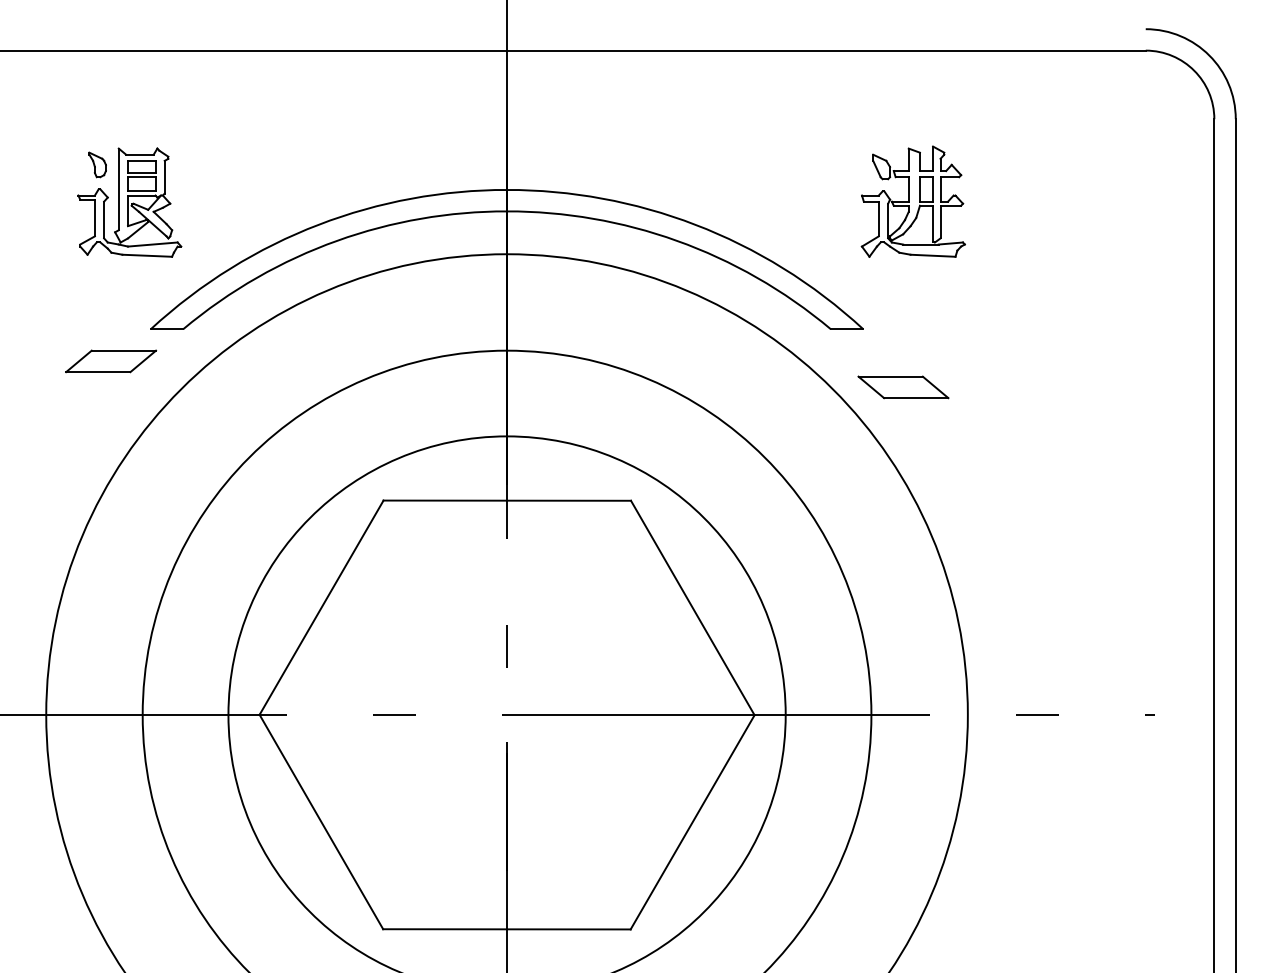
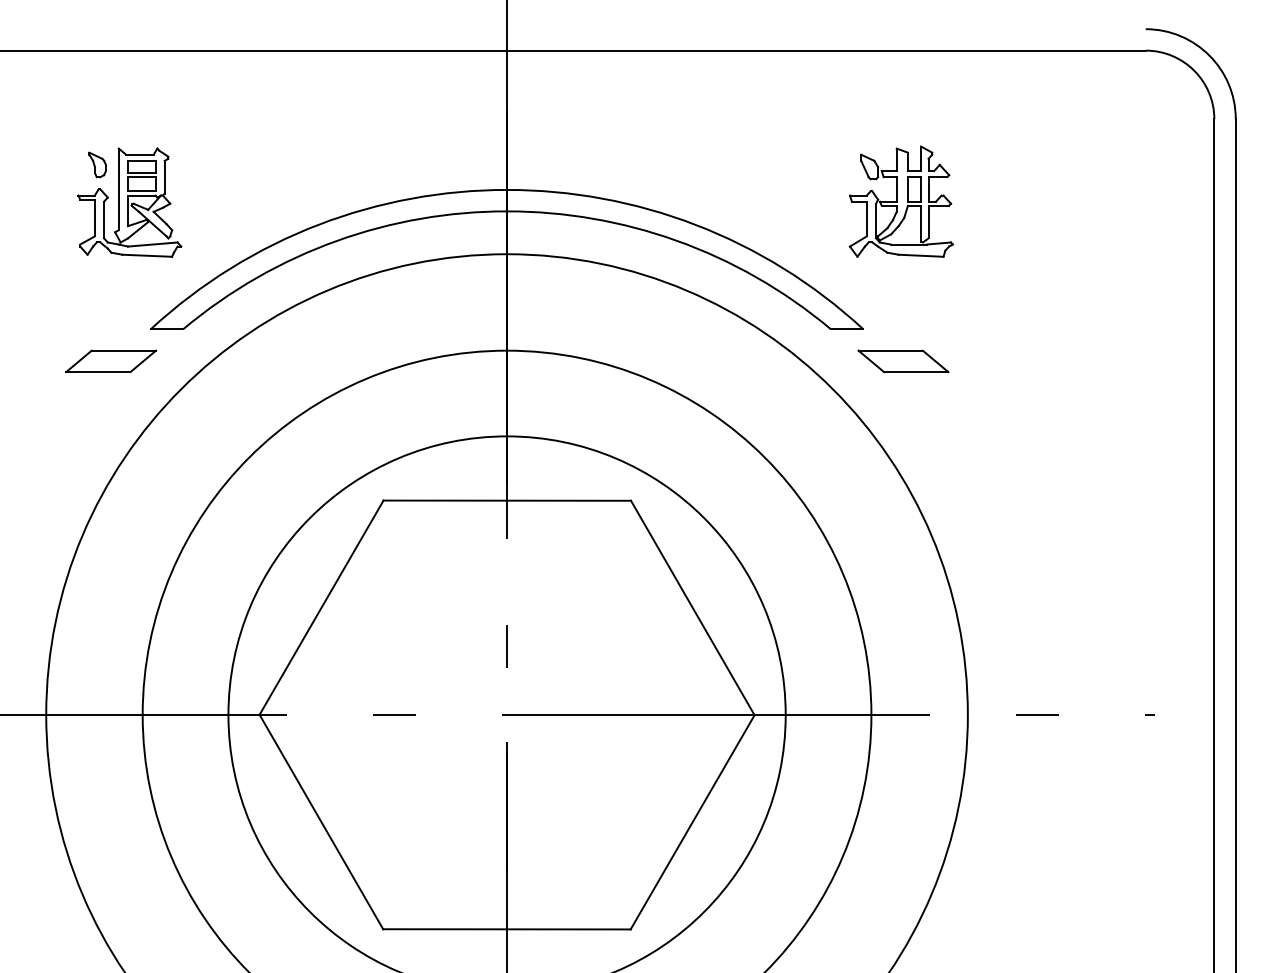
part at (912, 201) position: (912, 201) -> (900, 201)
part at (903, 387) position: (903, 387) -> (903, 361)
